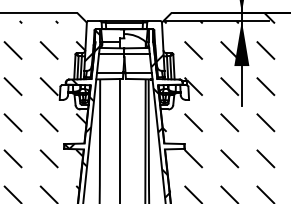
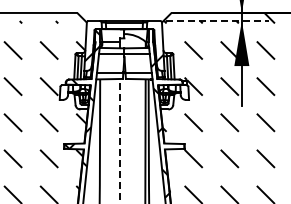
line at (217, 21): solid -> dashed
line at (120, 140): solid -> dashed
